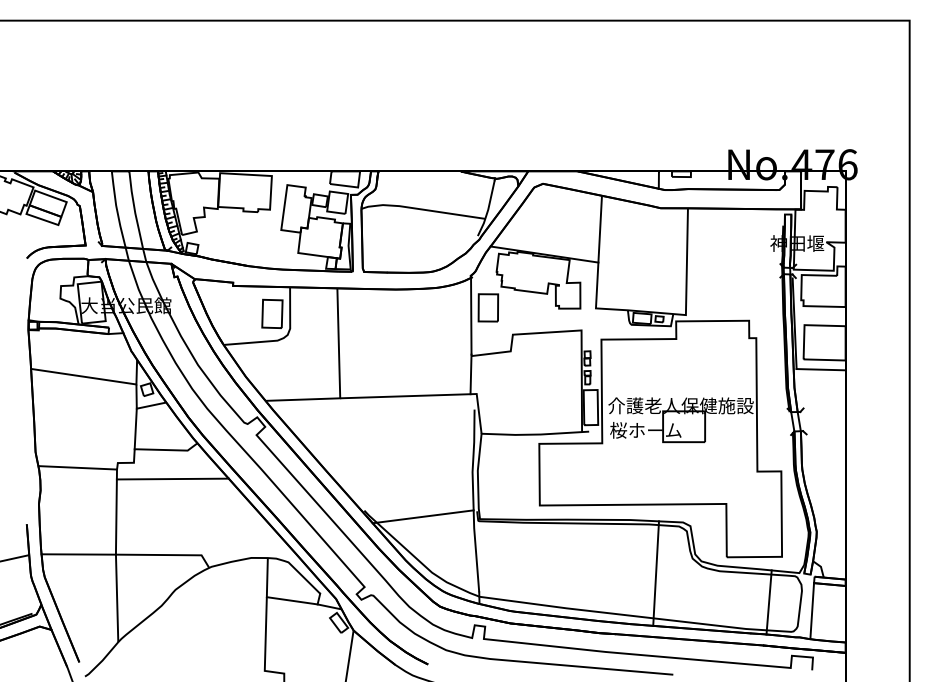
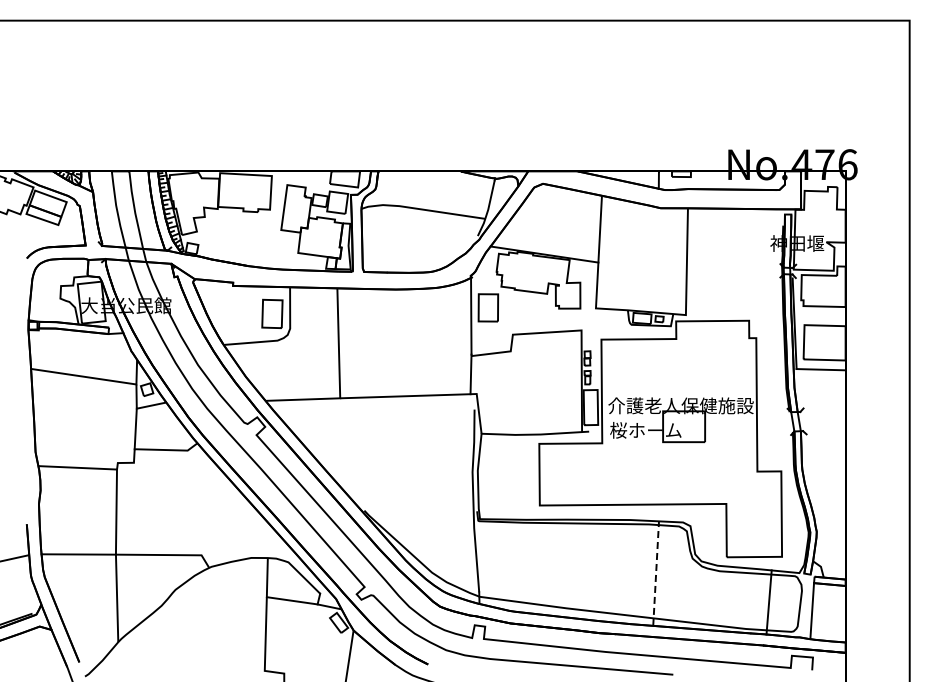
line at (172, 478): present -> none
line at (422, 516): present -> none
line at (656, 573): solid -> dashed
